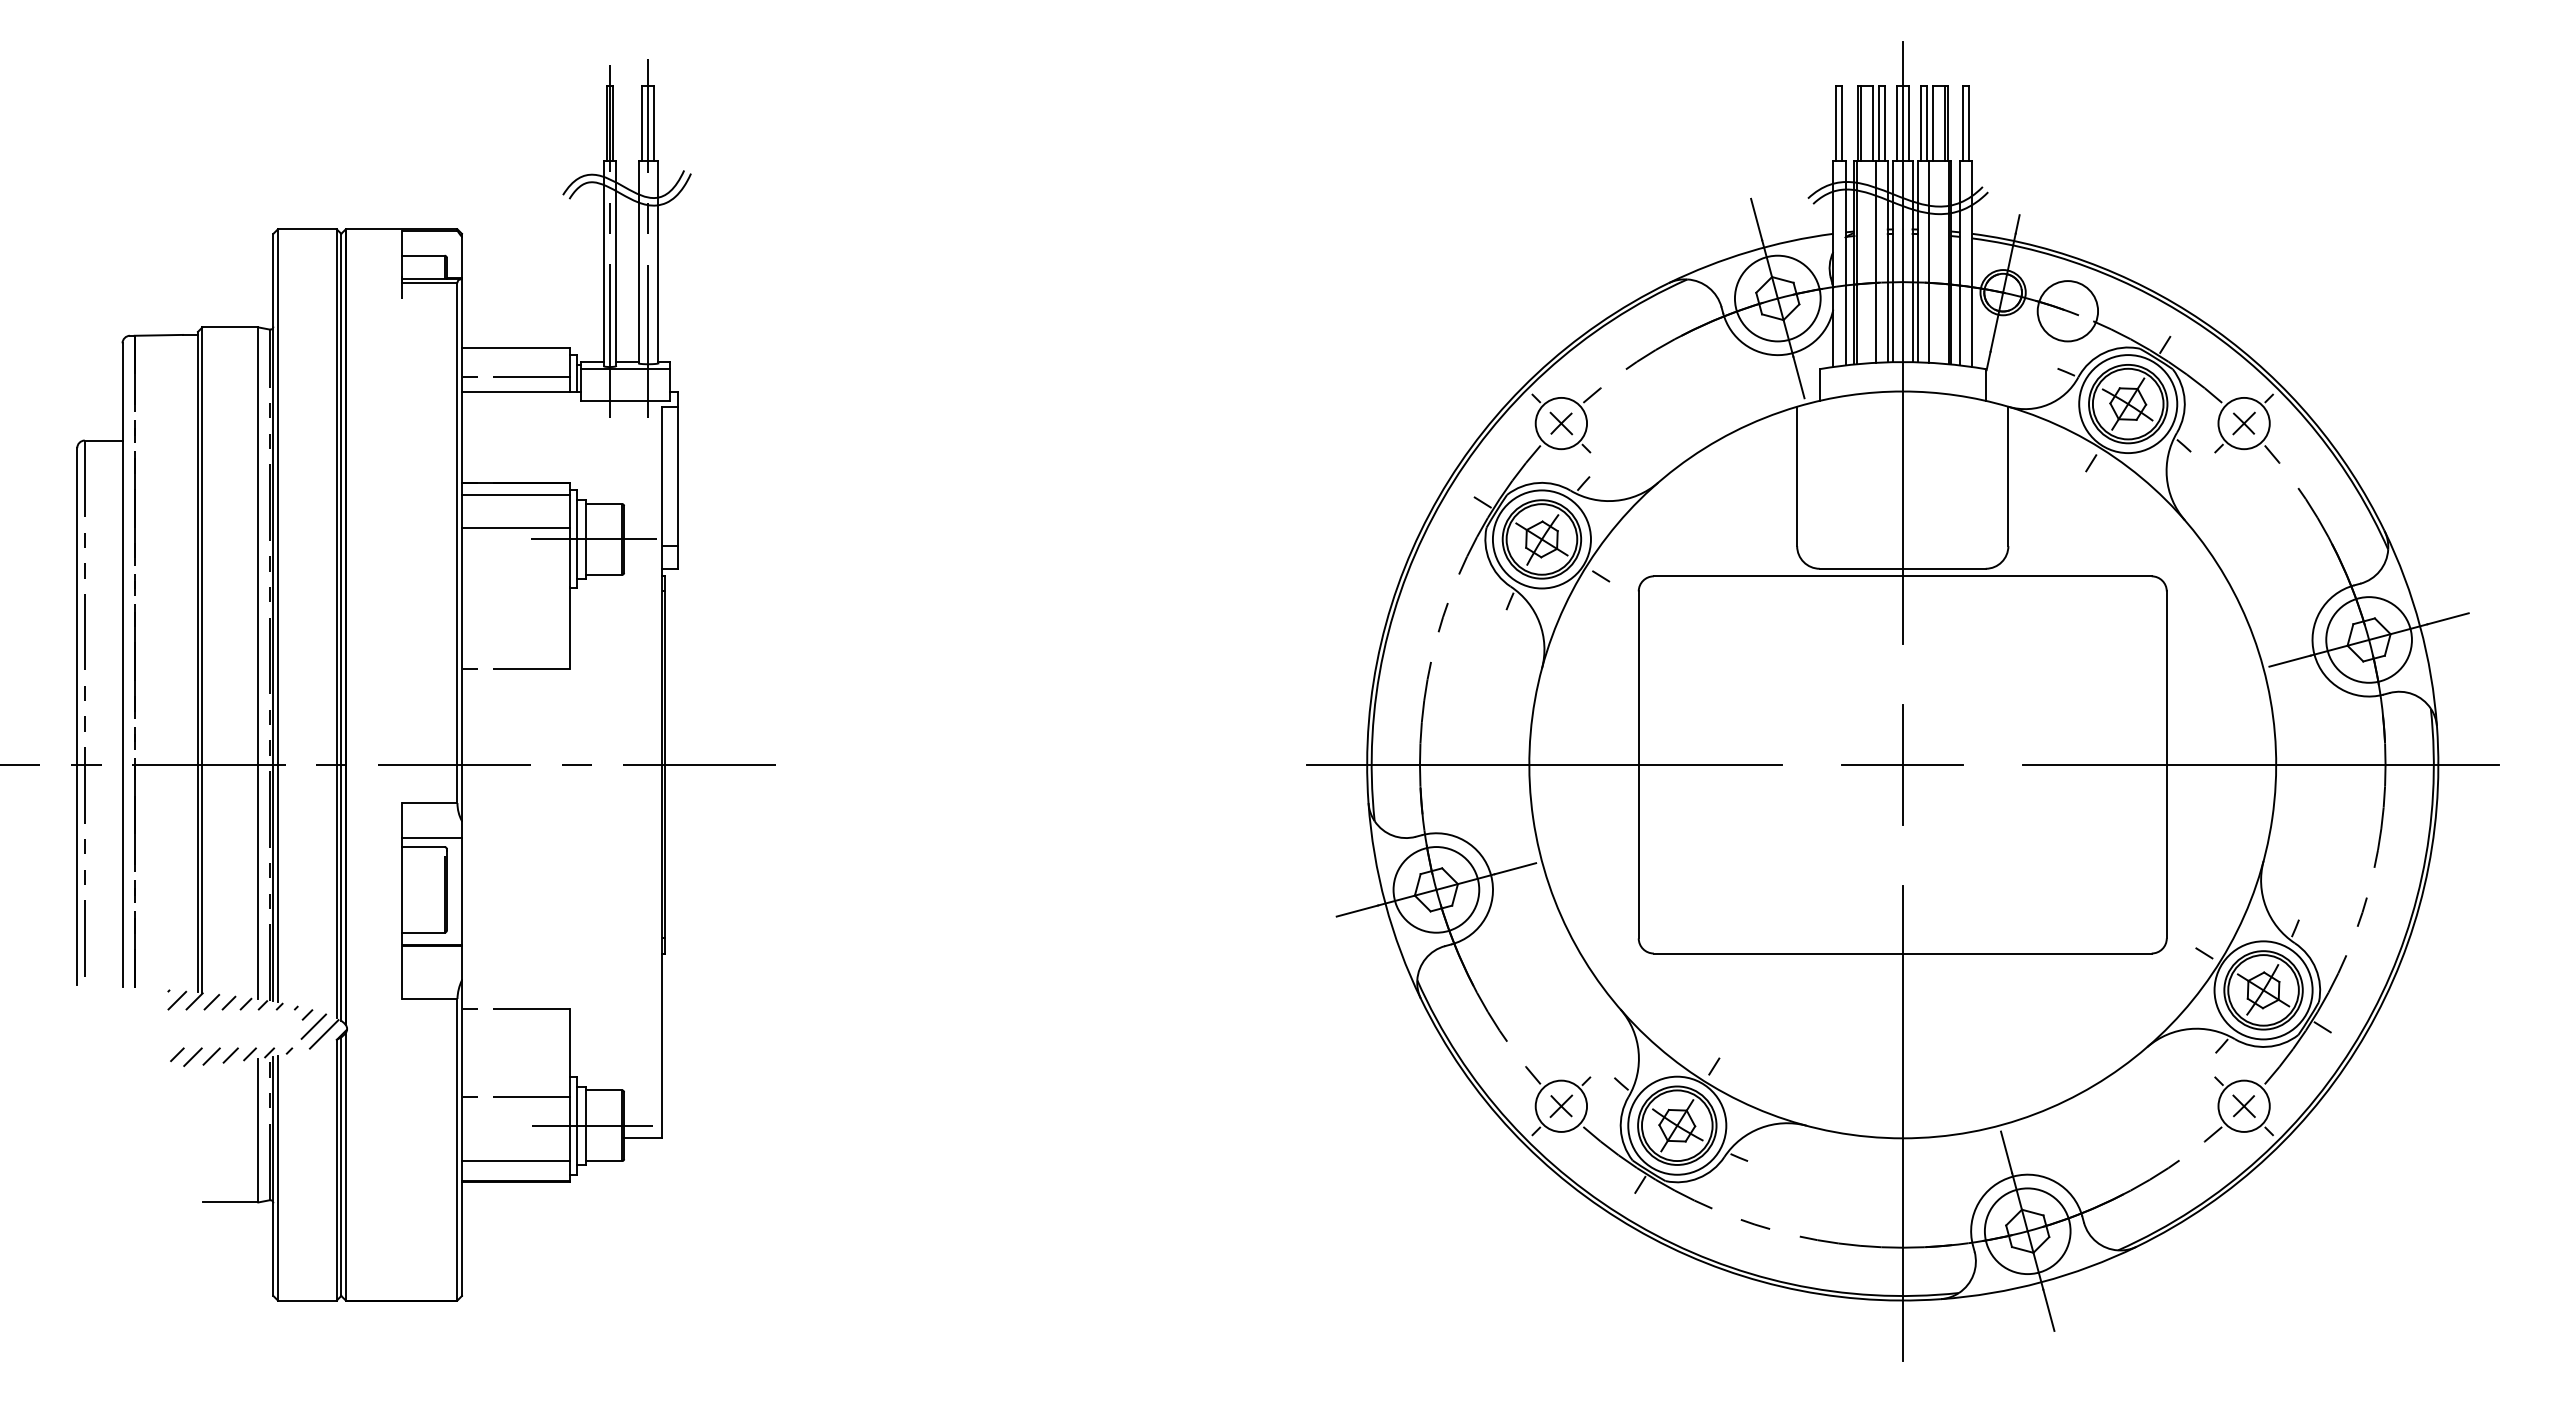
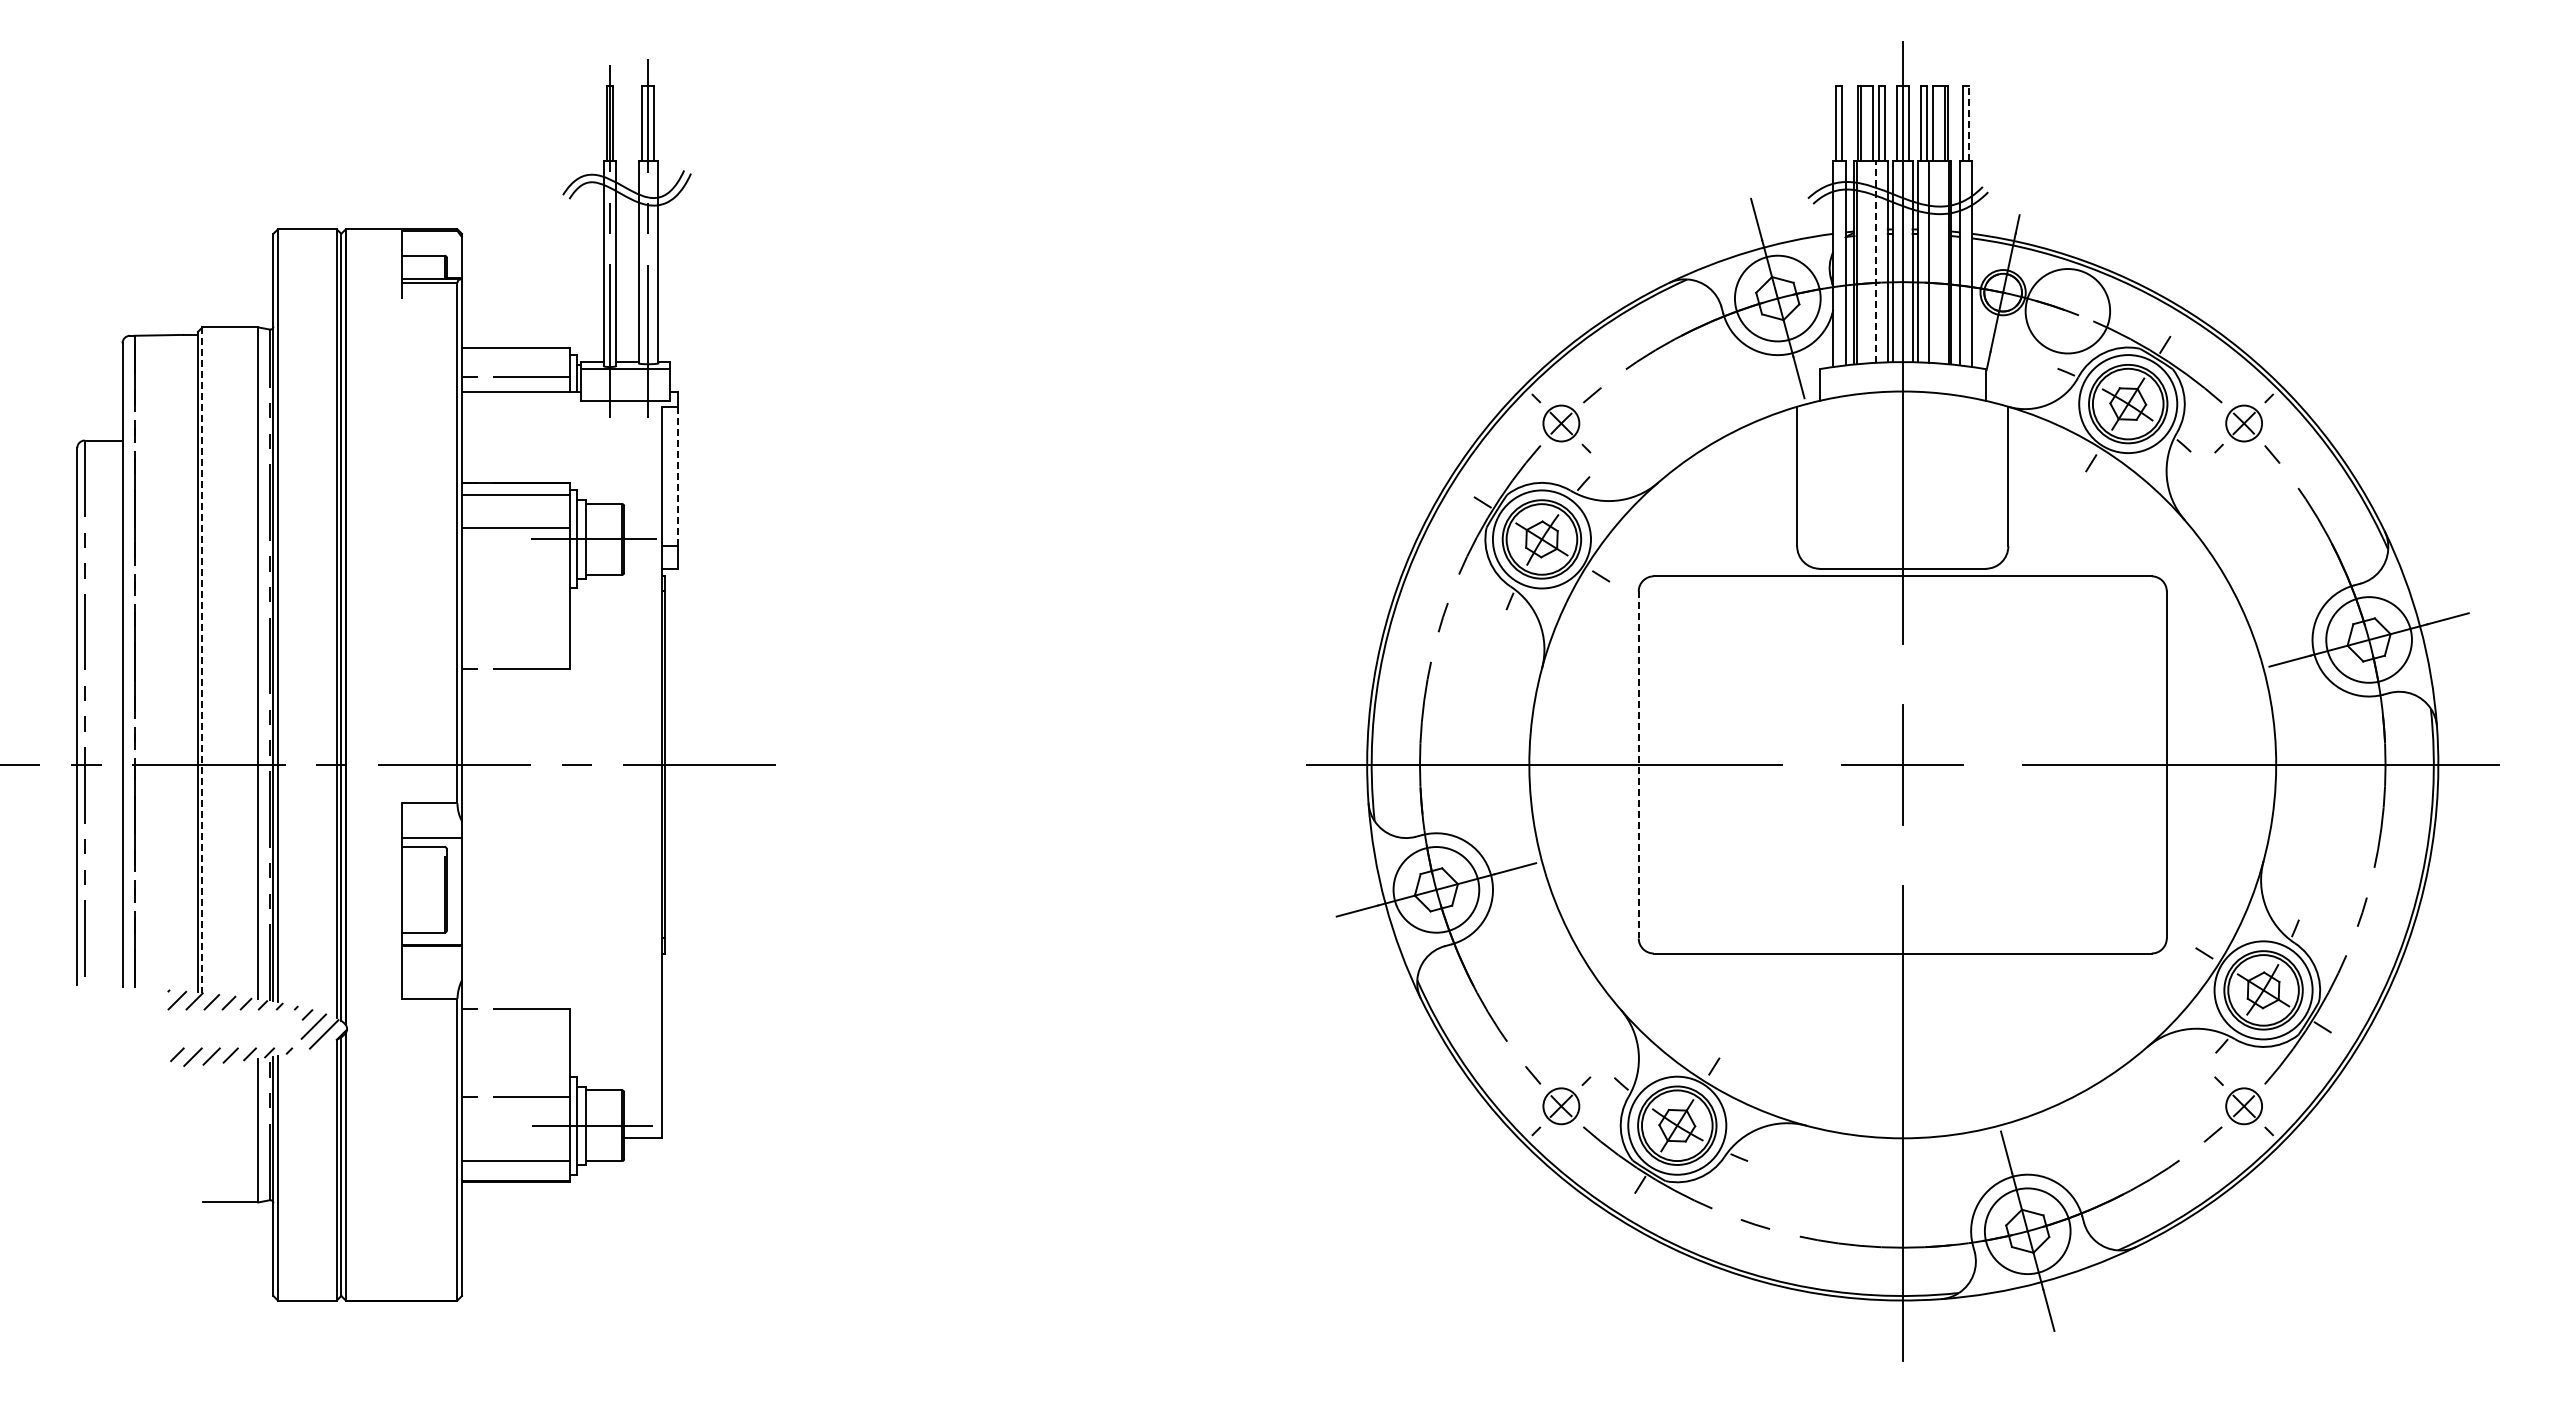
line at (1969, 123): solid -> dashed
line at (1876, 262): solid -> dashed
circle at (2067, 311) diameter: 60 px -> 84 px
circle at (1561, 423) diameter: 51 px -> 36 px
circle at (2243, 423) diameter: 51 px -> 36 px
line at (677, 476): solid -> dashed
line at (202, 659): solid -> dashed
line at (1638, 764): solid -> dashed
circle at (1561, 1105) diameter: 51 px -> 36 px
circle at (2243, 1105) diameter: 51 px -> 36 px
